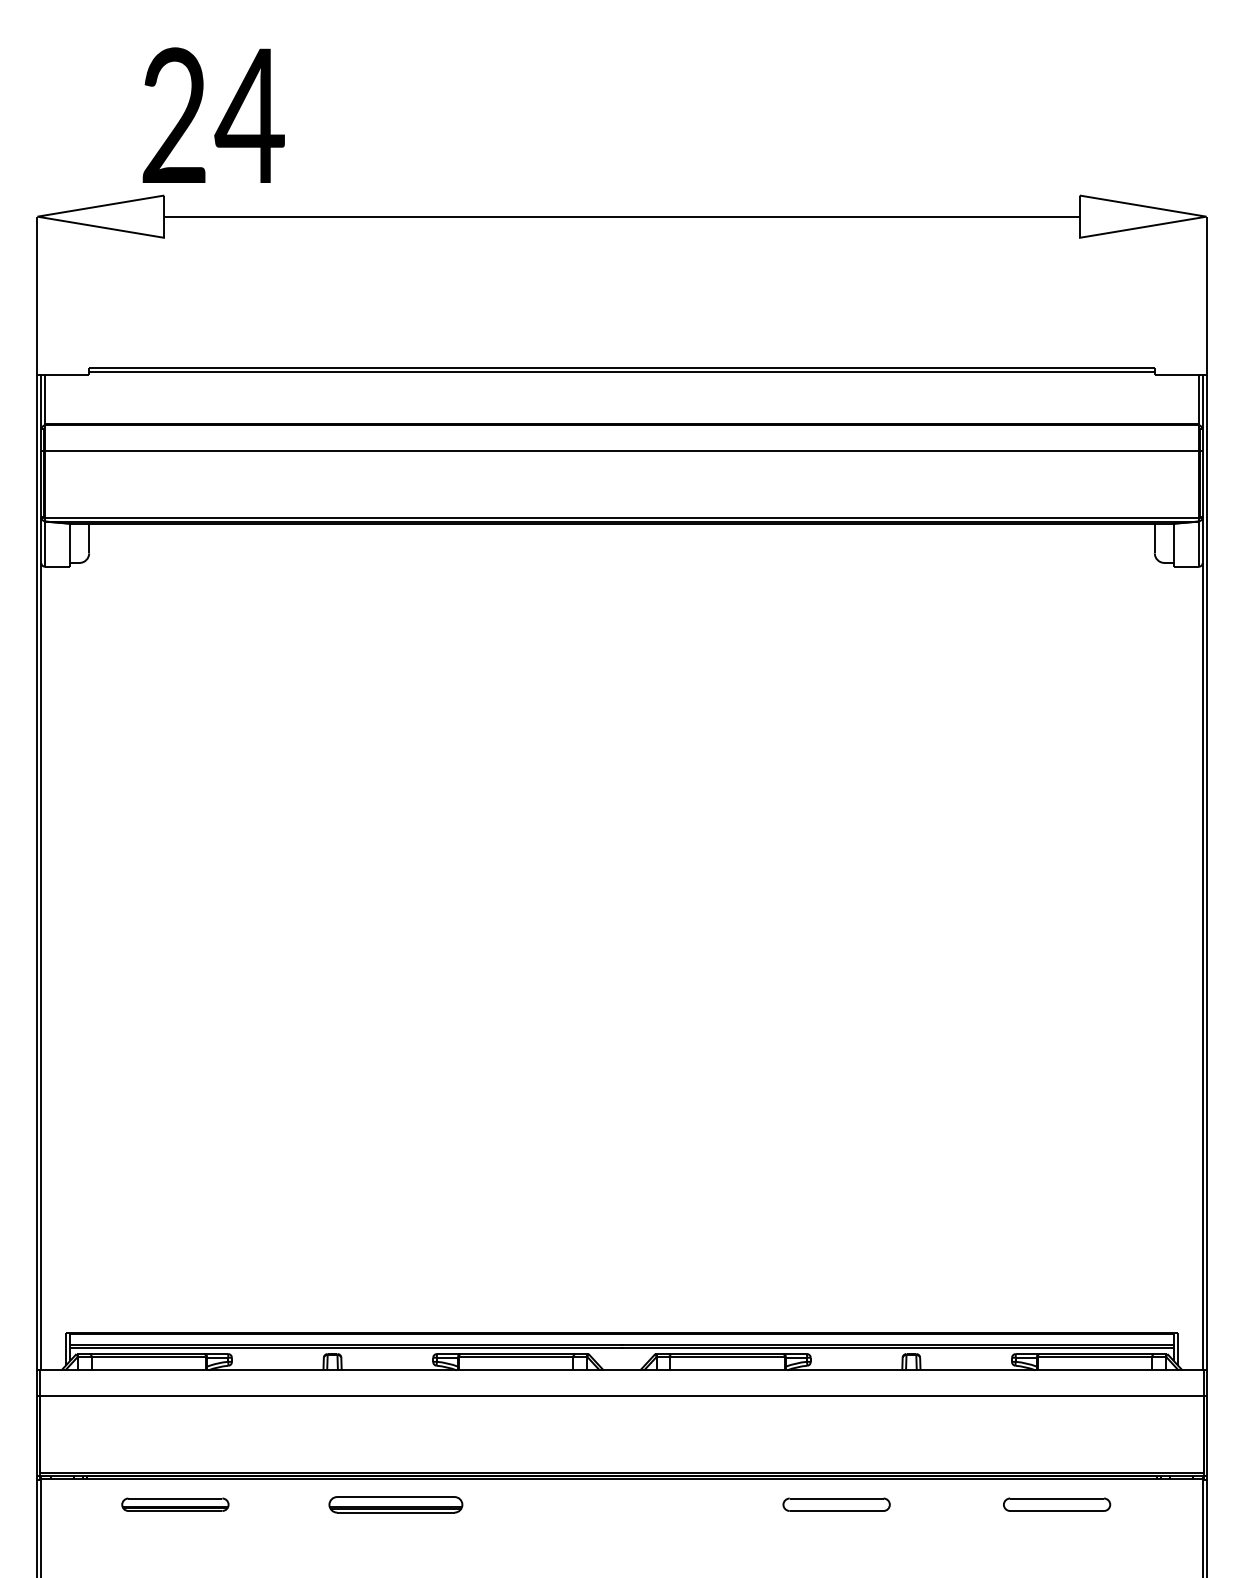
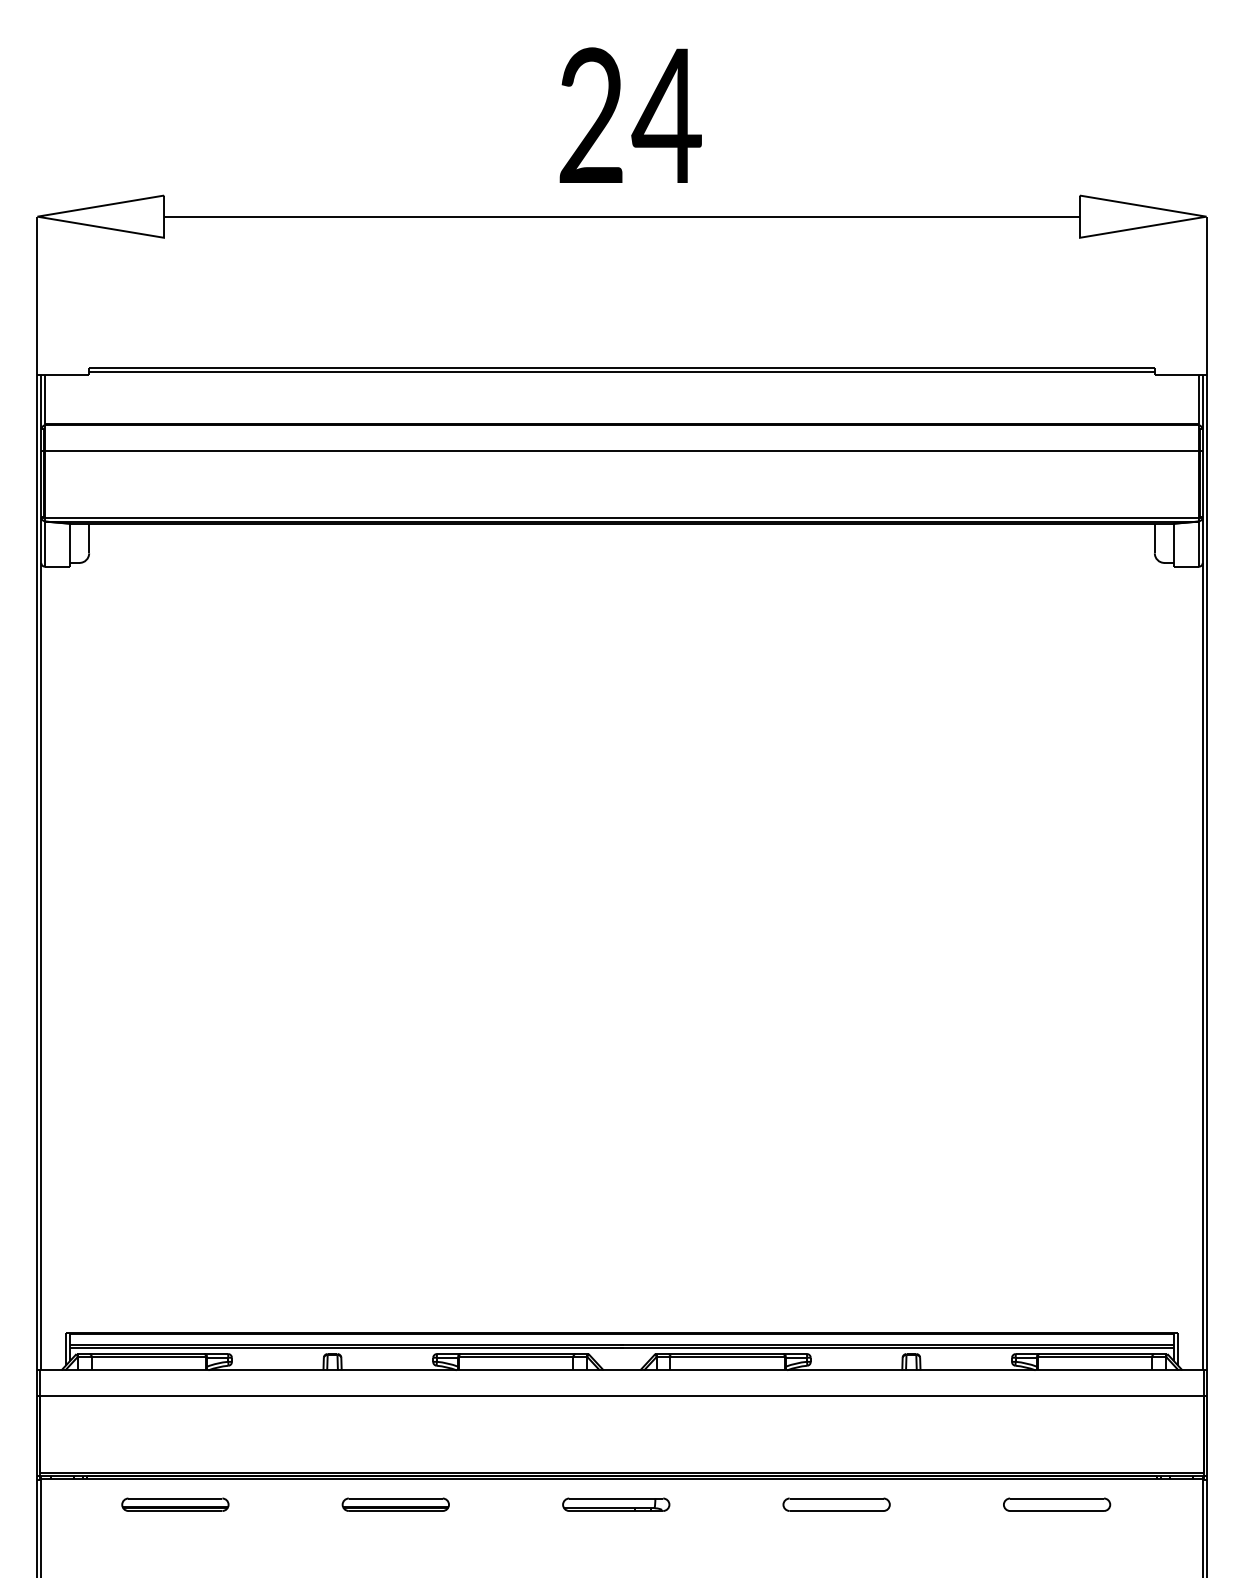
text at (213, 114) position: (213, 114) -> (630, 114)
part at (395, 1504) size: 136x18 px -> 109x15 px
part at (616, 1504): none -> present
